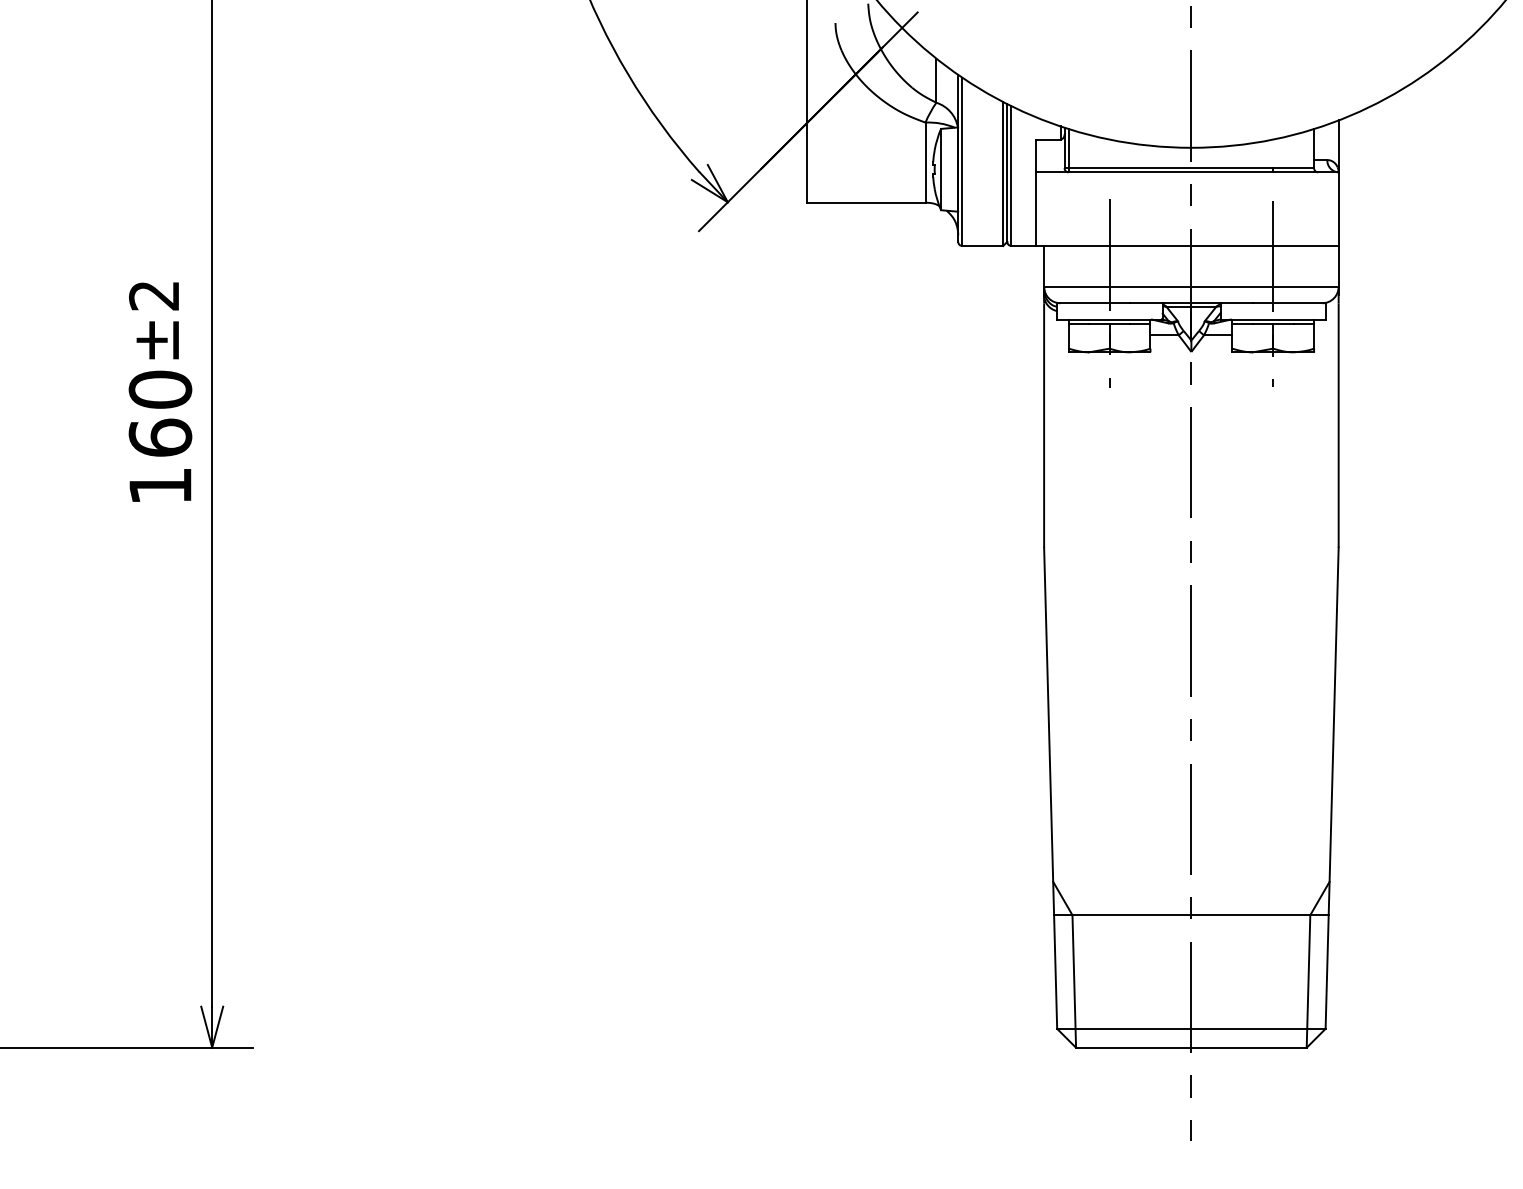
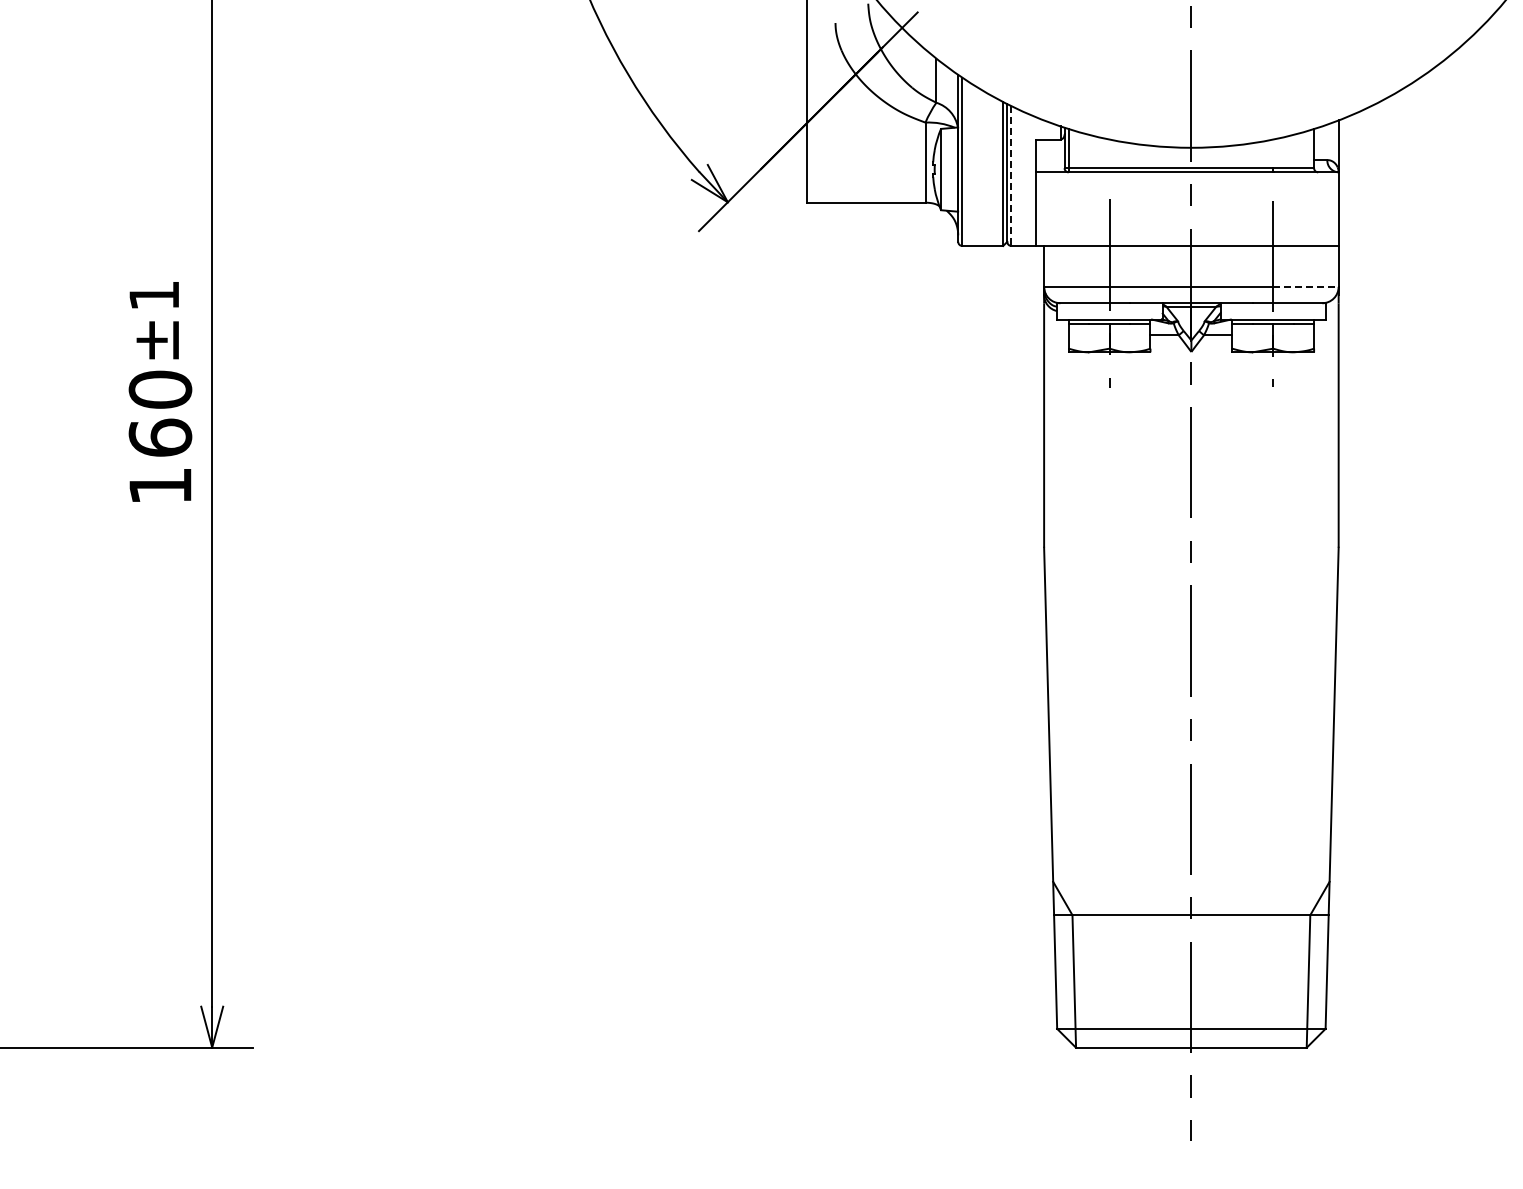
line at (1011, 176): solid -> dashed
line at (1305, 286): solid -> dashed
text at (153, 296): ±2 -> ±1
